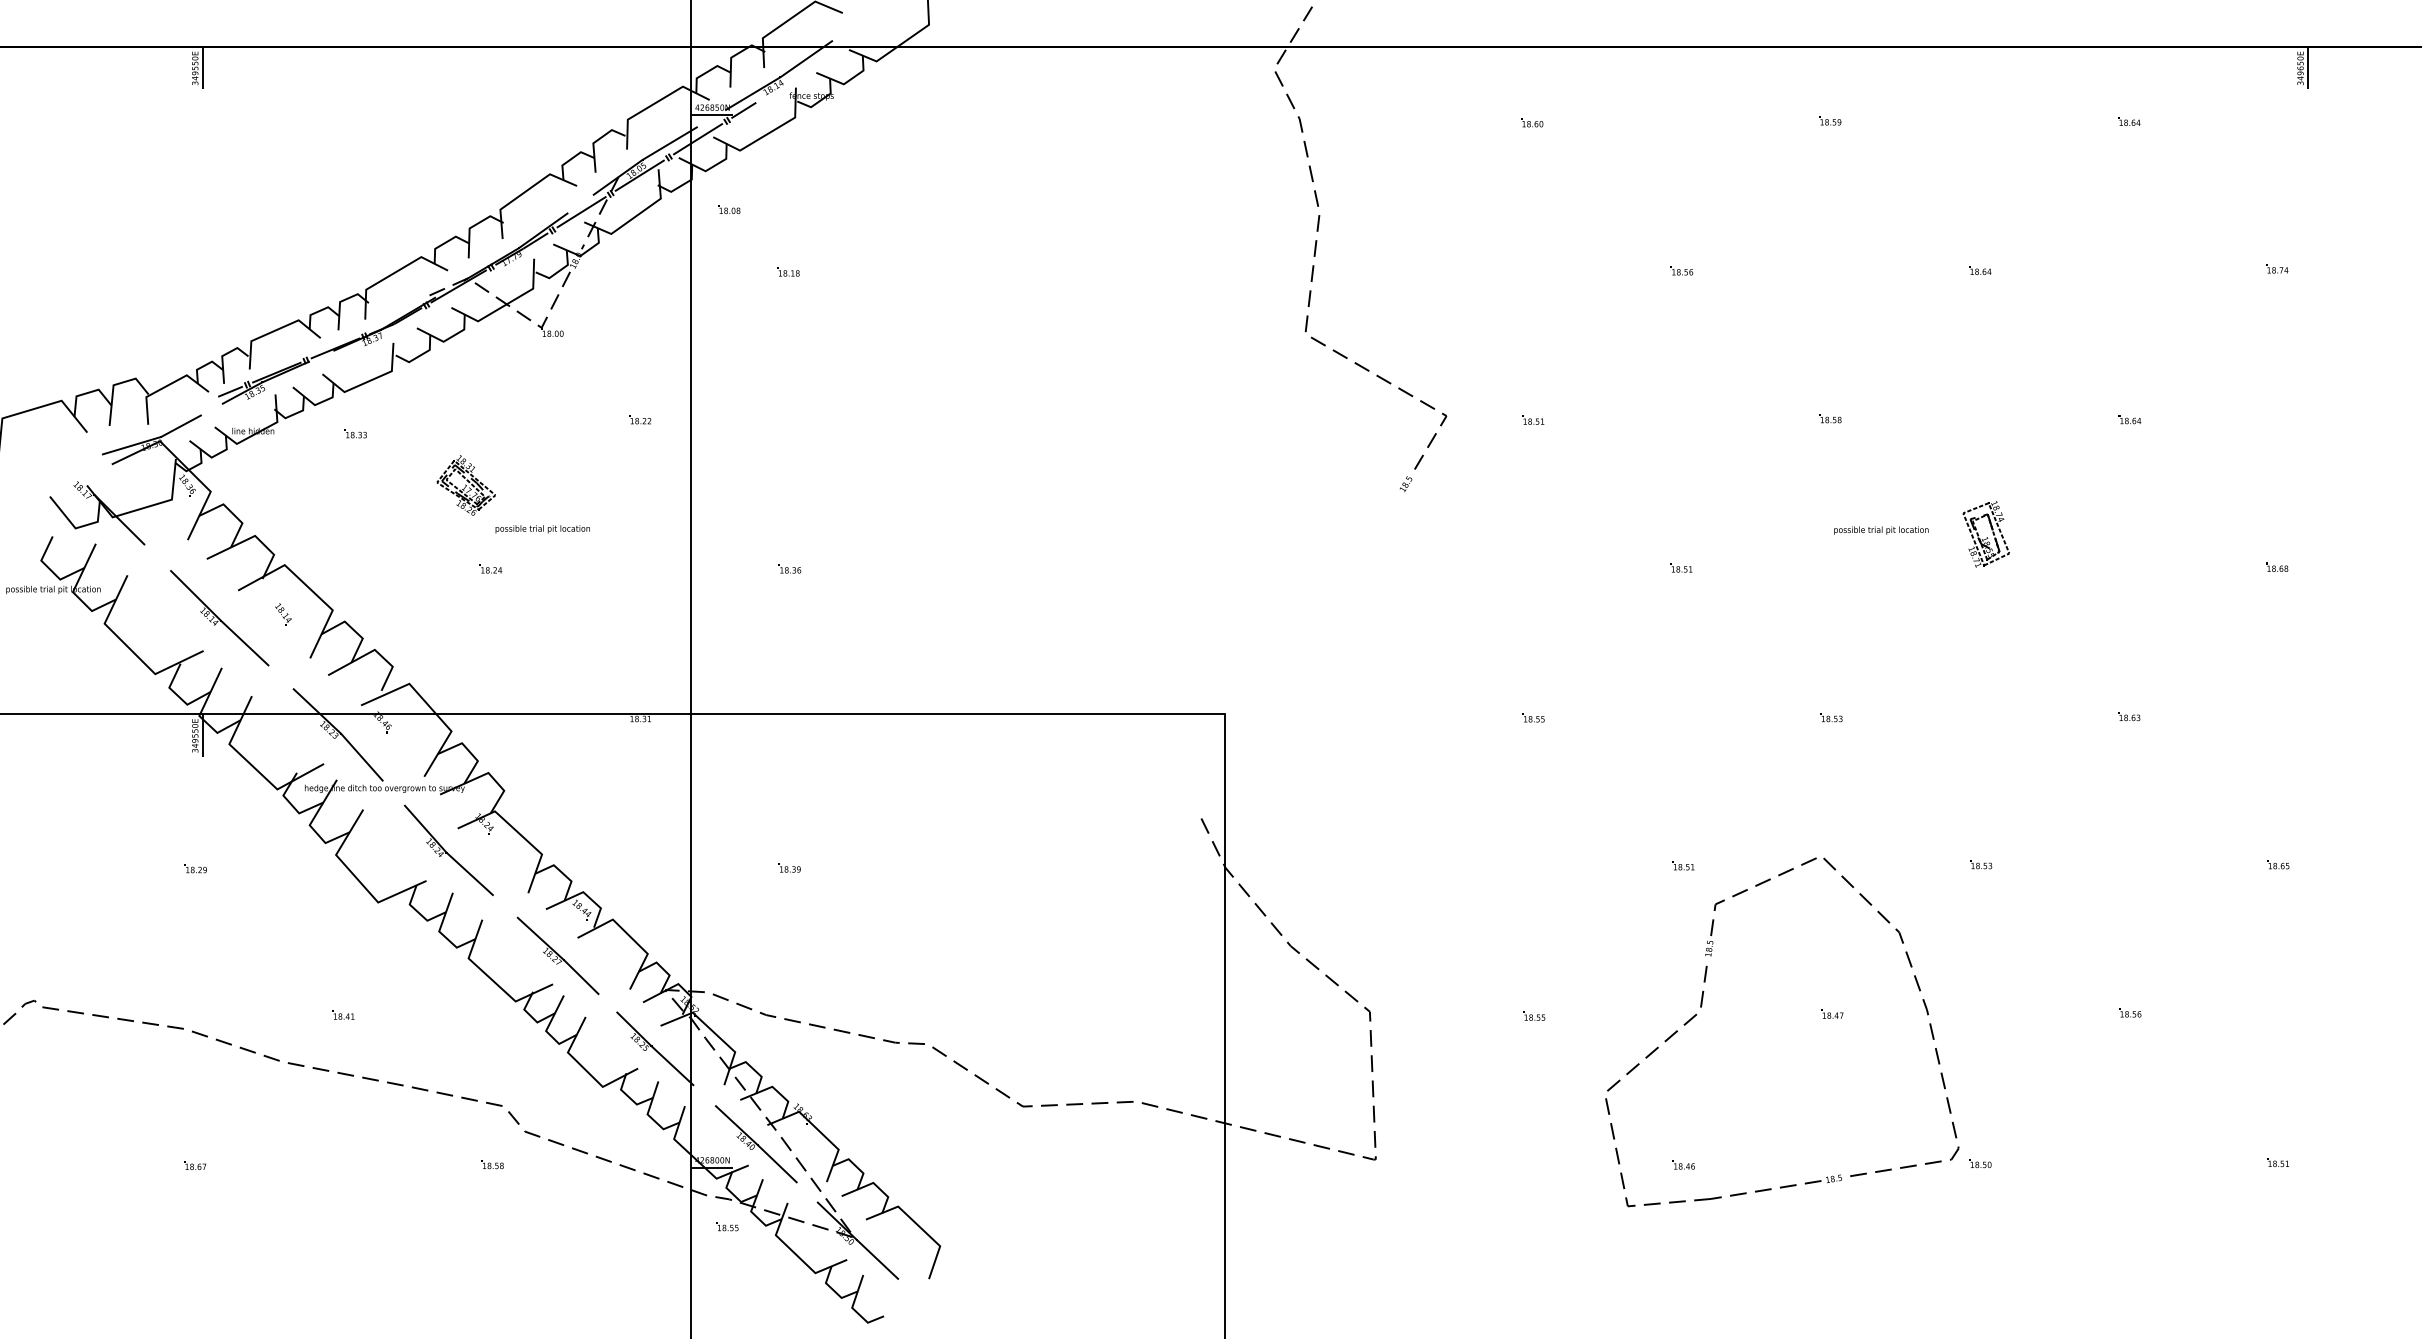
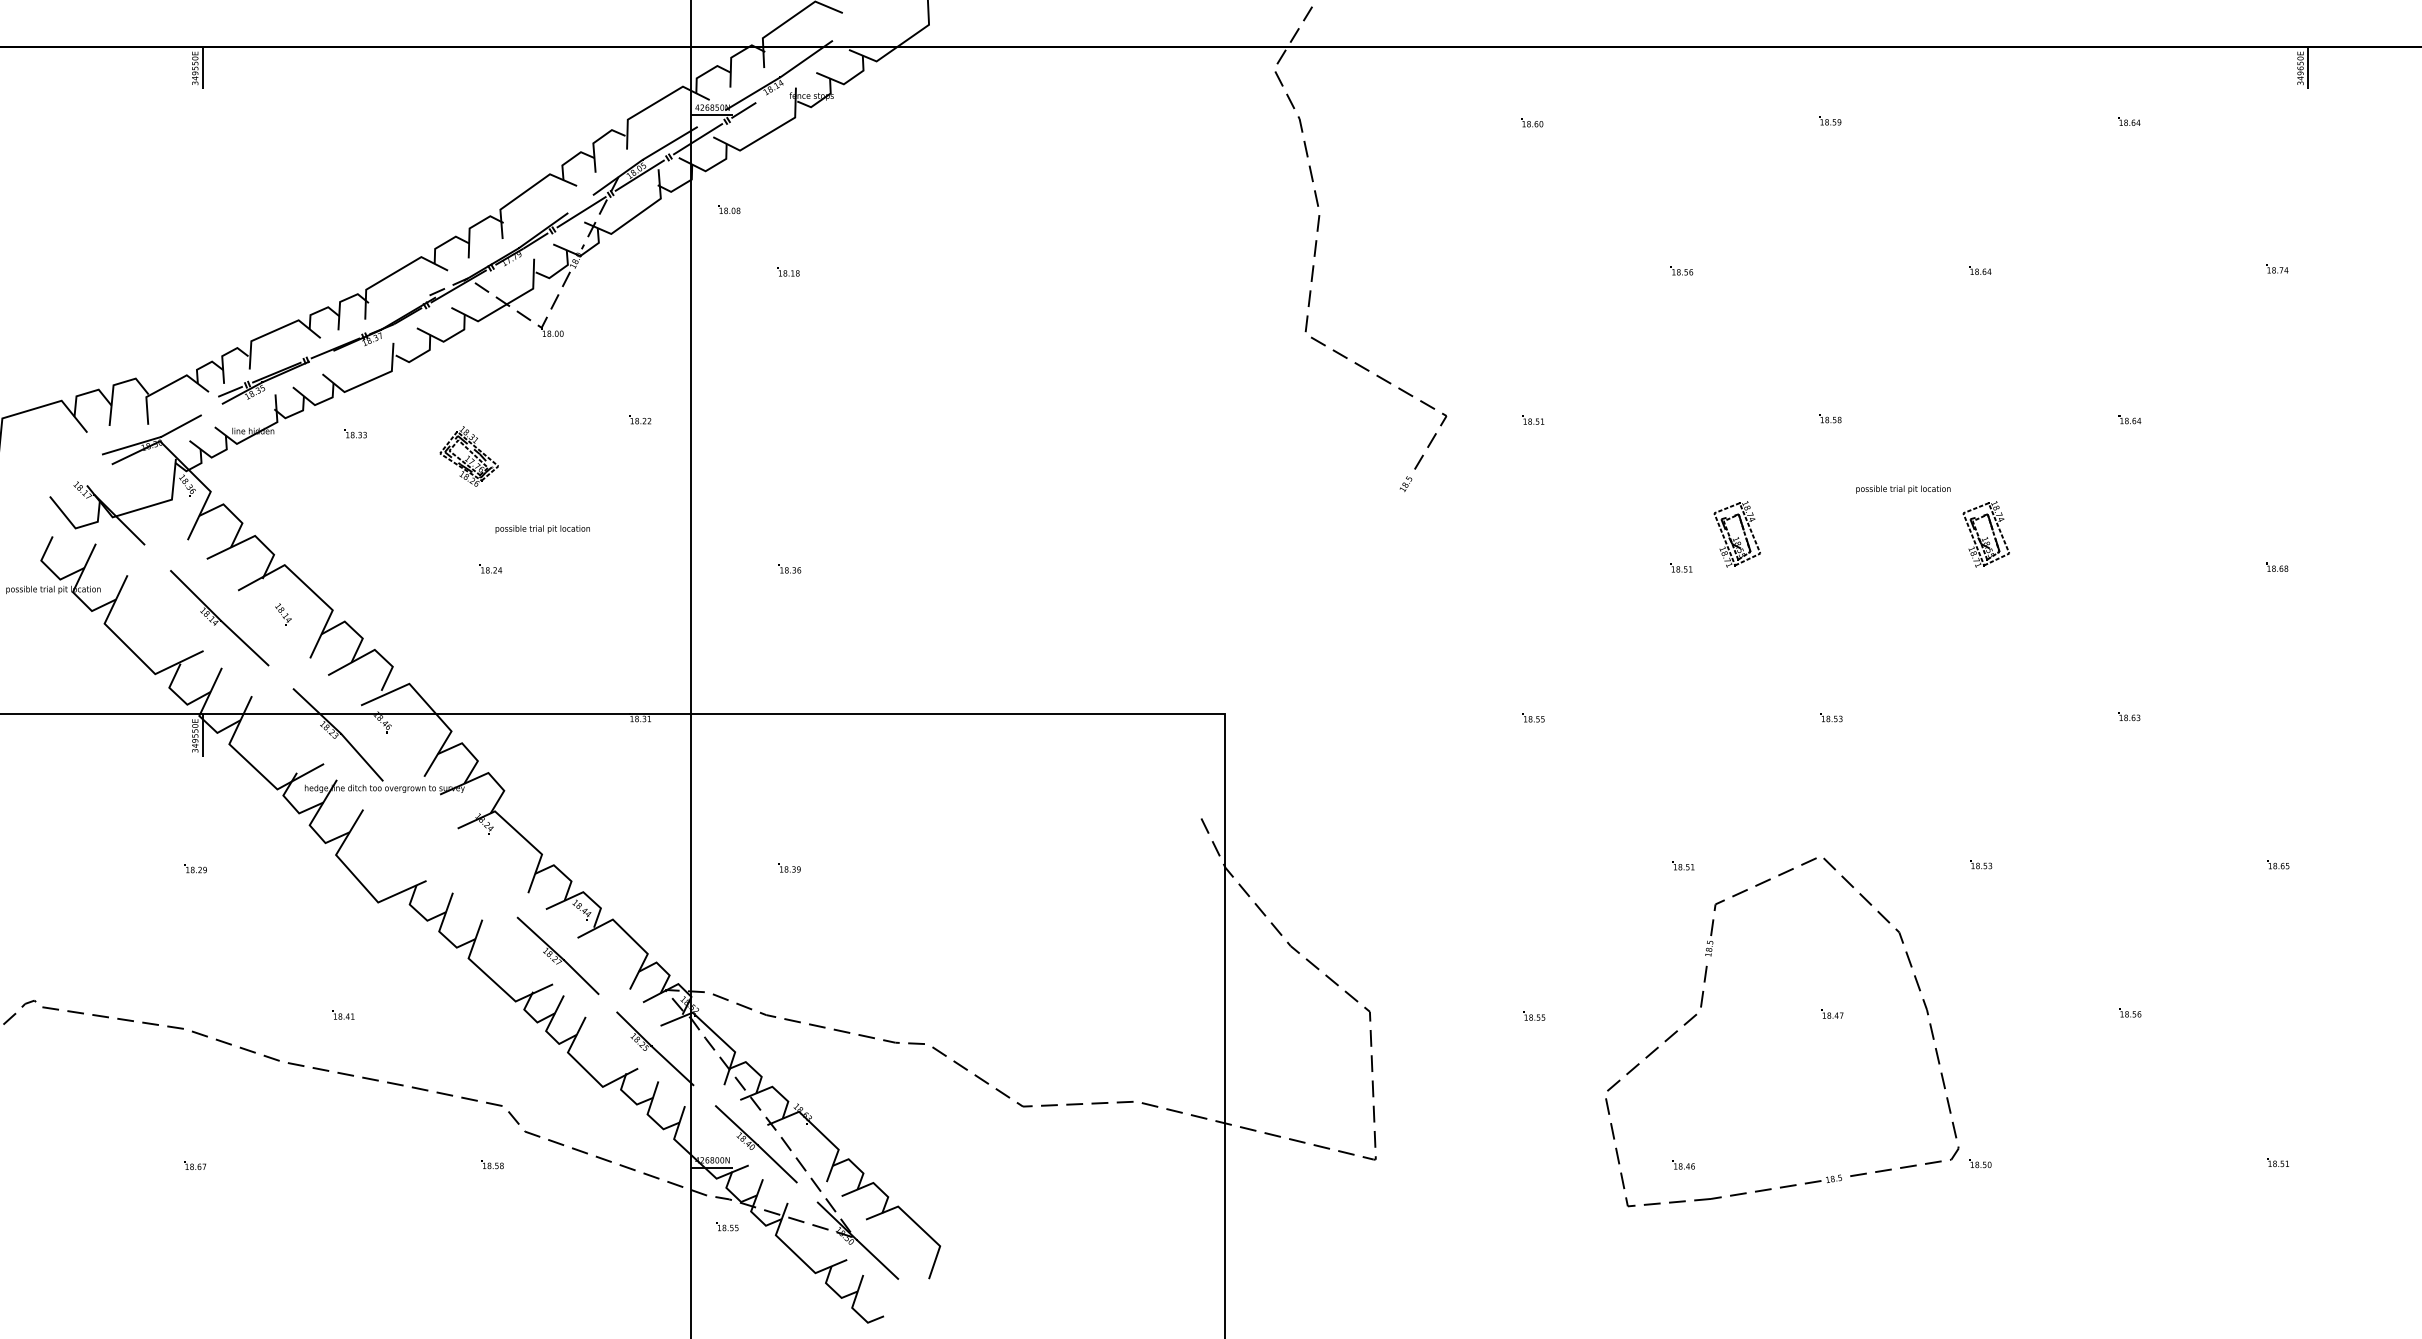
part at (465, 485) position: (465, 485) -> (468, 456)
text at (1881, 530) position: (1881, 530) -> (1903, 489)
part at (1736, 534): none -> present
part at (448, 849): present -> none
